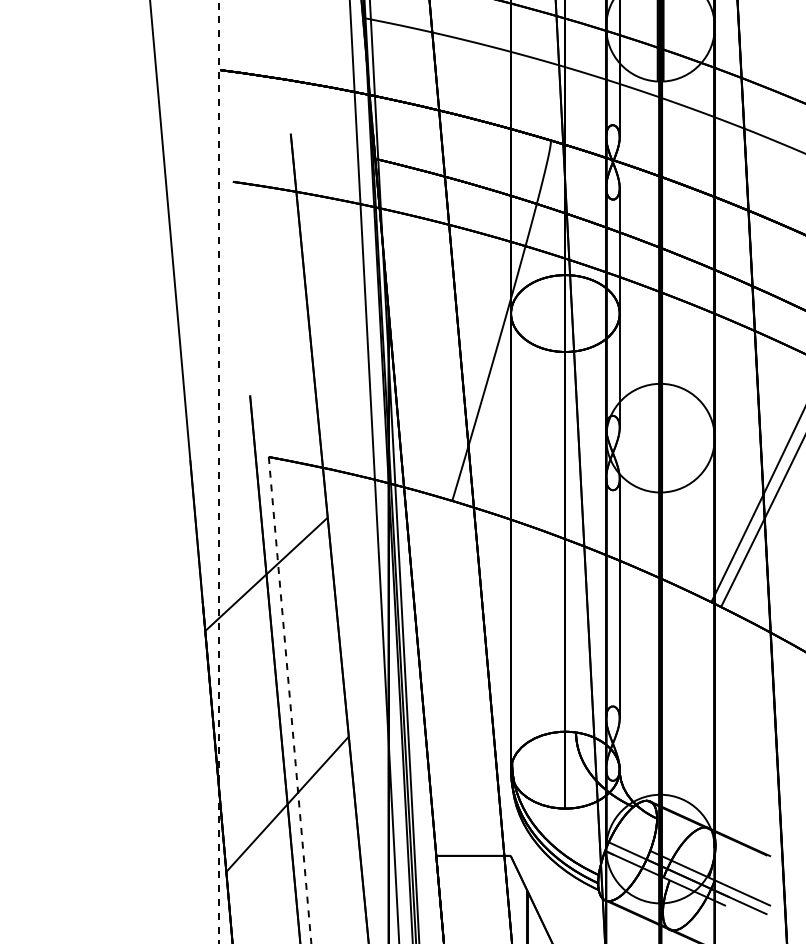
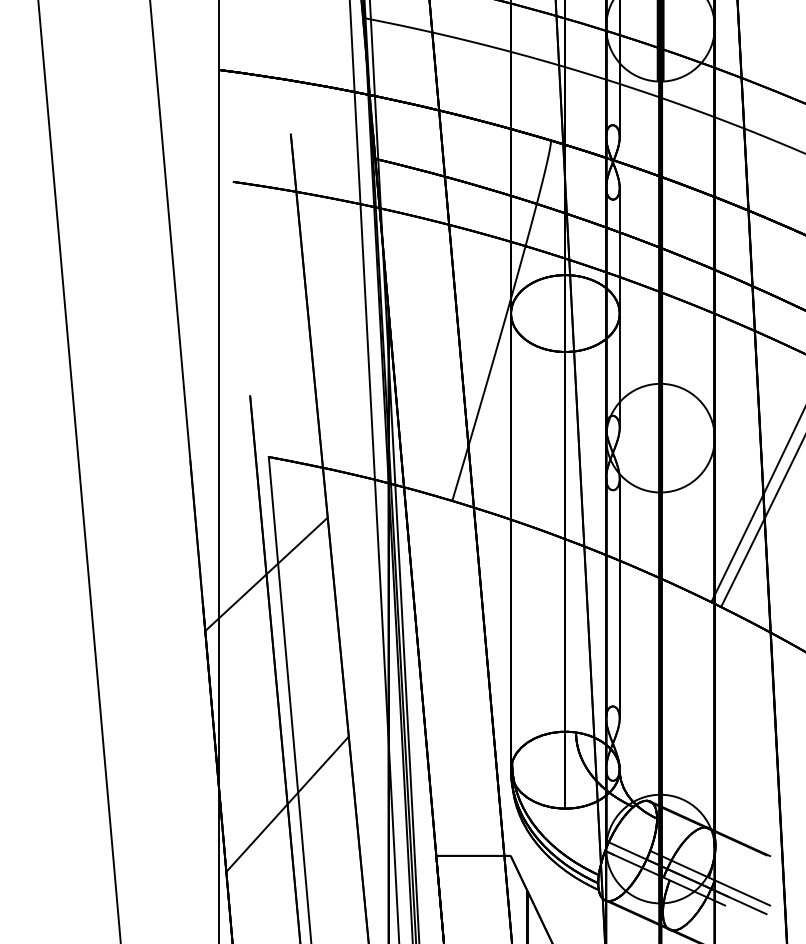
line at (79, 471): none -> present
line at (219, 471): dashed -> solid
line at (290, 700): dashed -> solid
